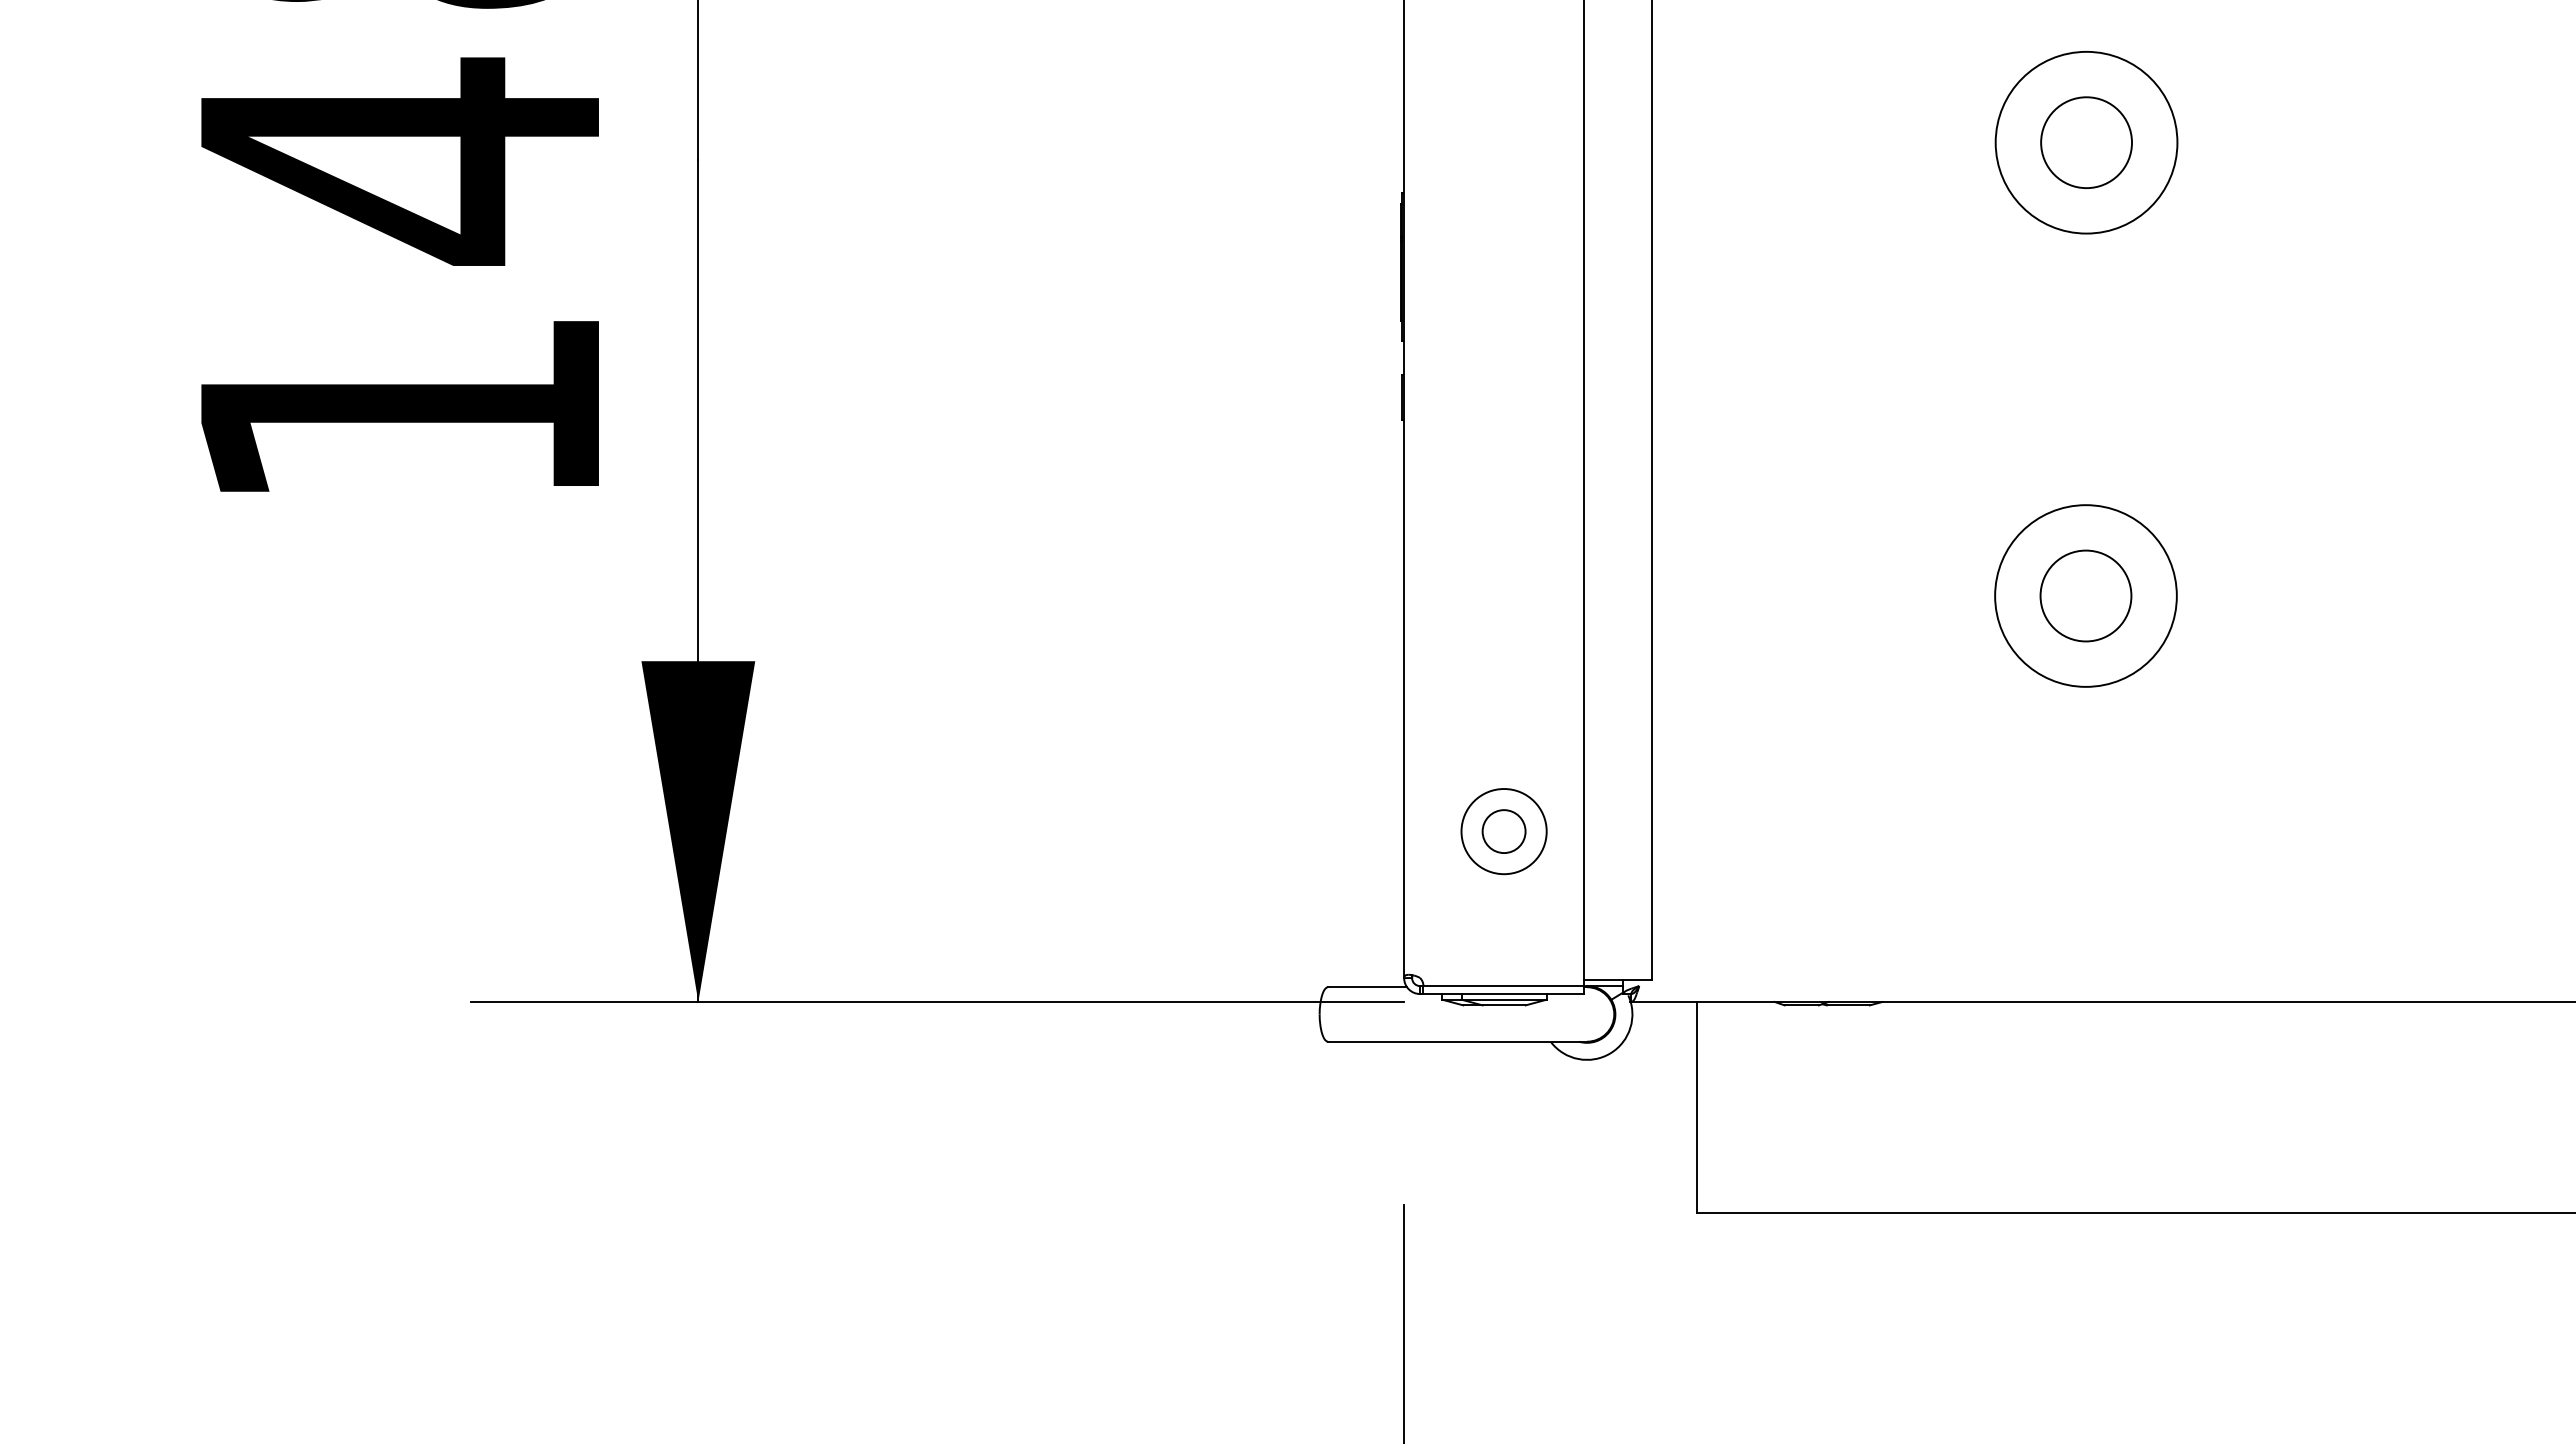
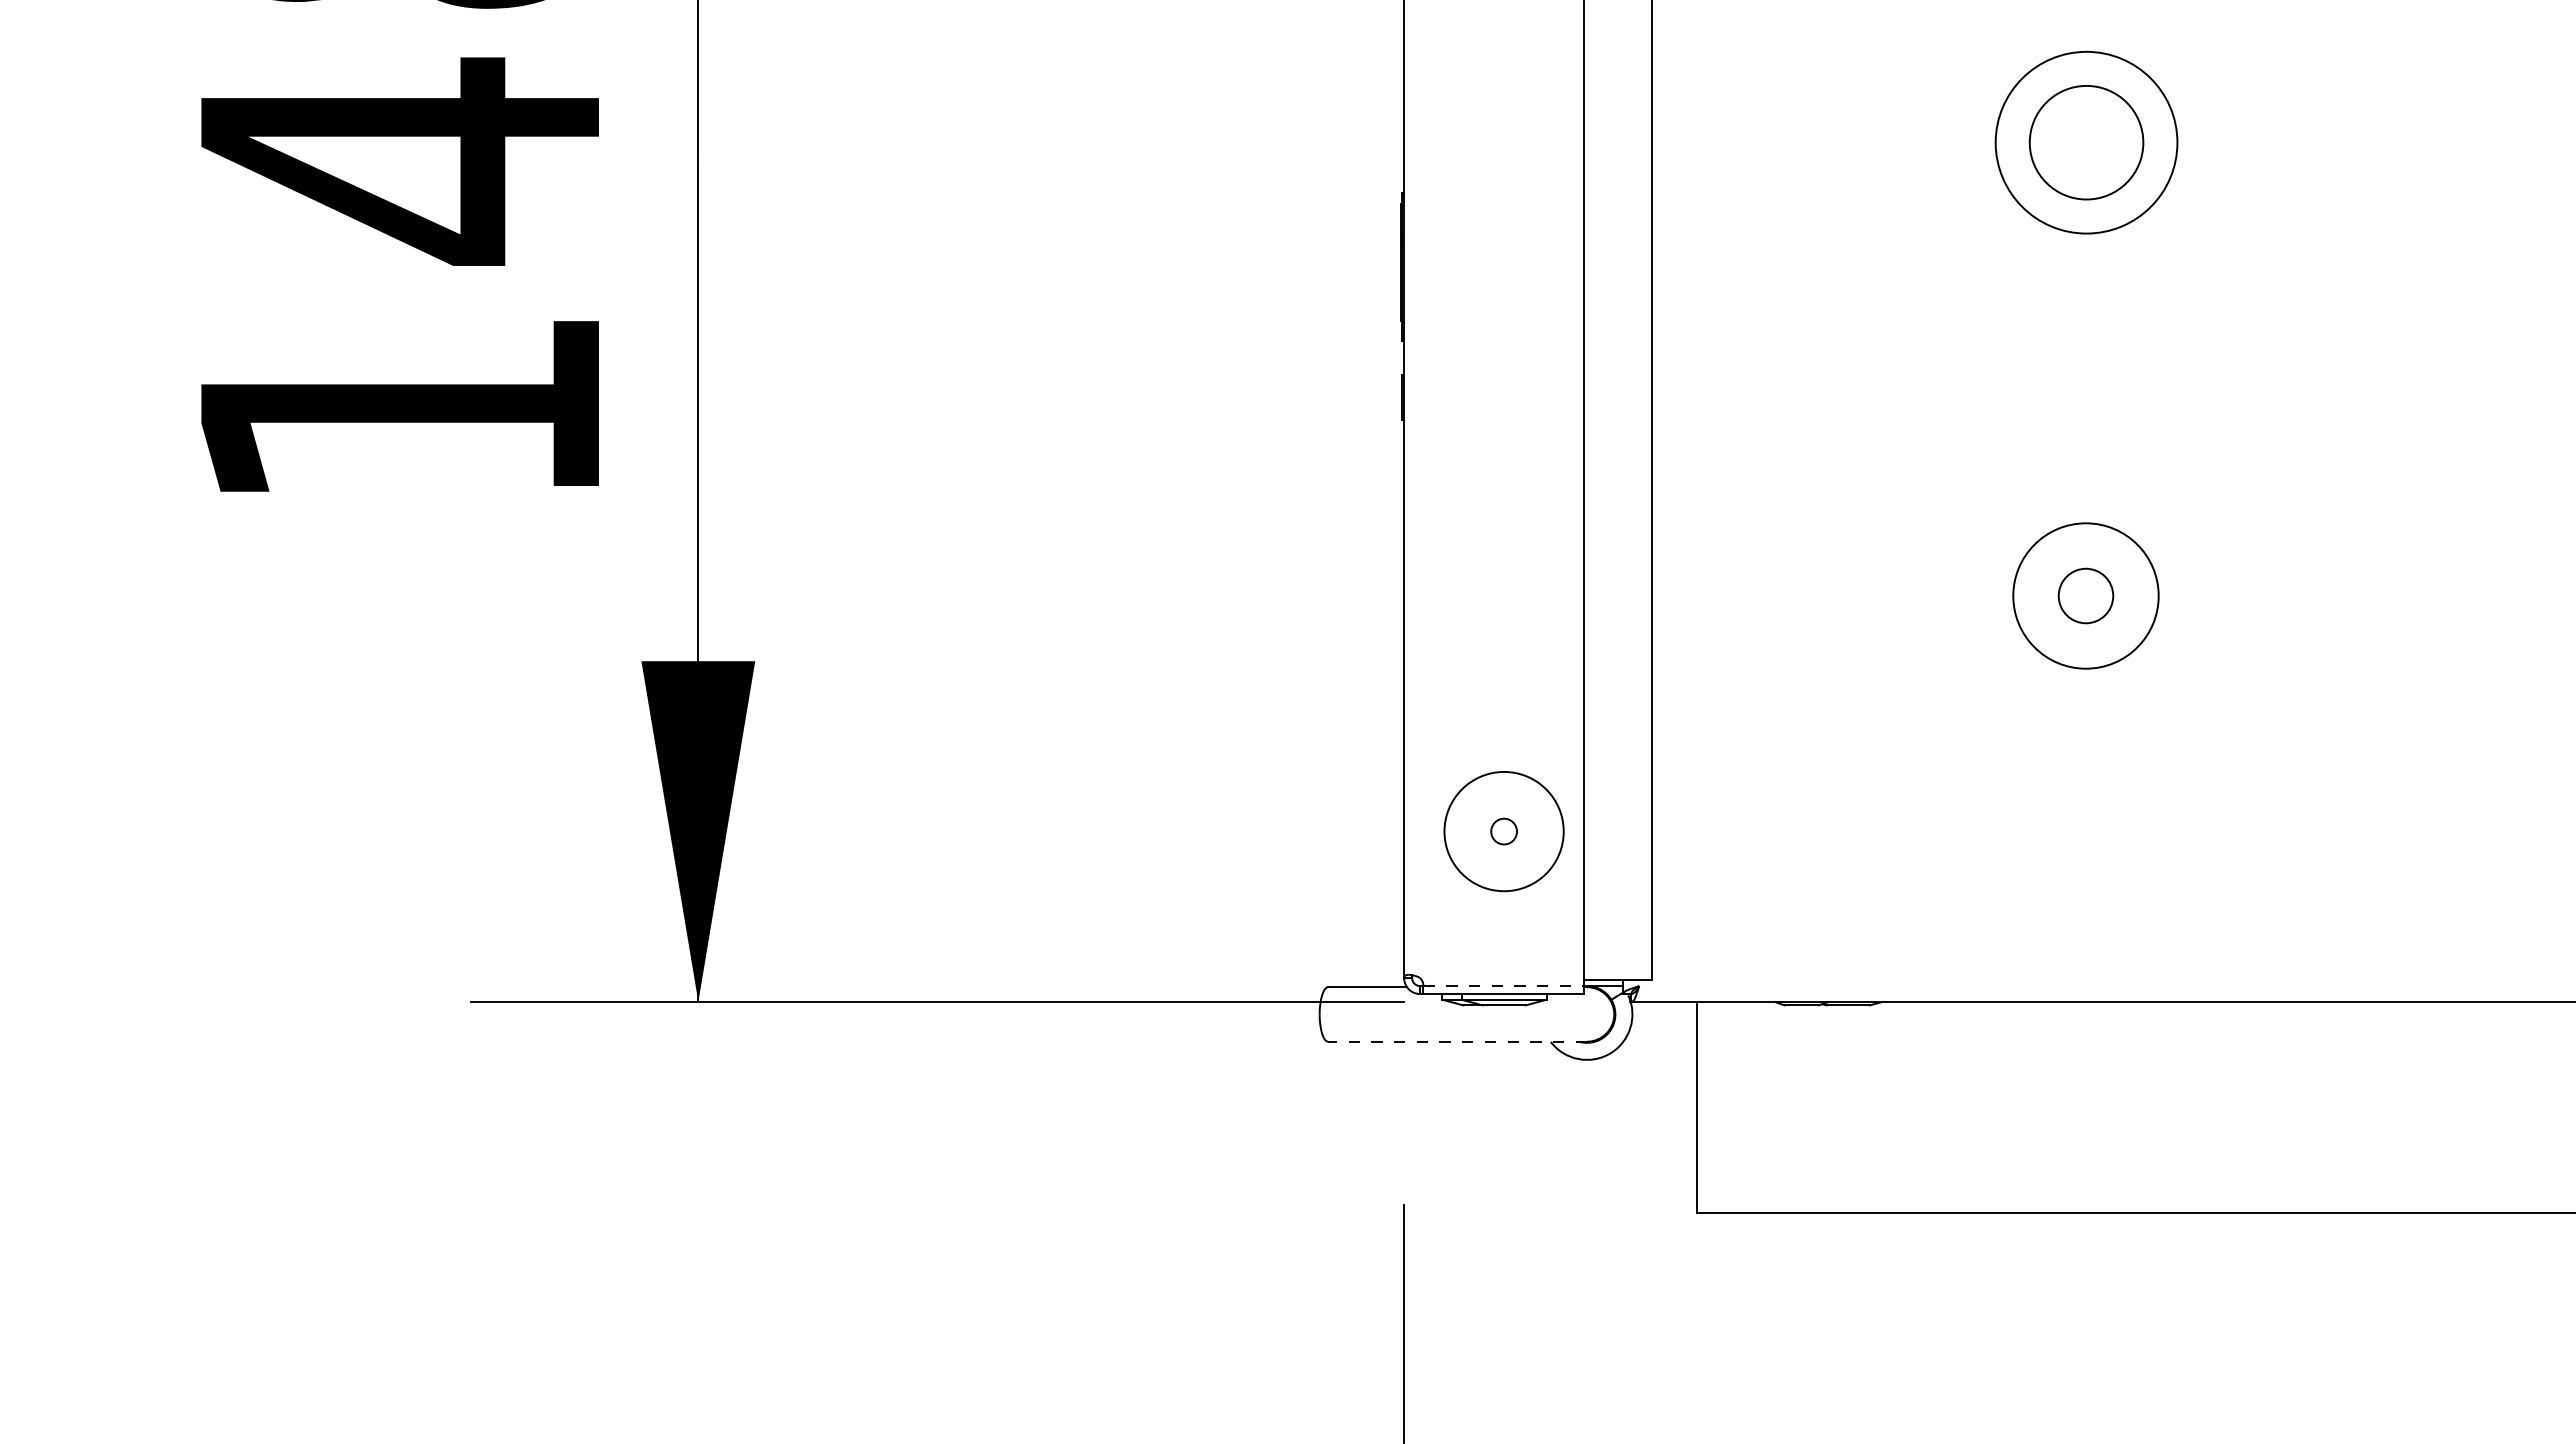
circle at (2086, 142) diameter: 91 px -> 114 px
circle at (2085, 595) diameter: 182 px -> 145 px
circle at (2085, 595) diameter: 91 px -> 55 px
circle at (1503, 831) diameter: 43 px -> 26 px
circle at (1503, 831) diameter: 85 px -> 119 px
line at (1504, 986): solid -> dashed
line at (1457, 1041): solid -> dashed
